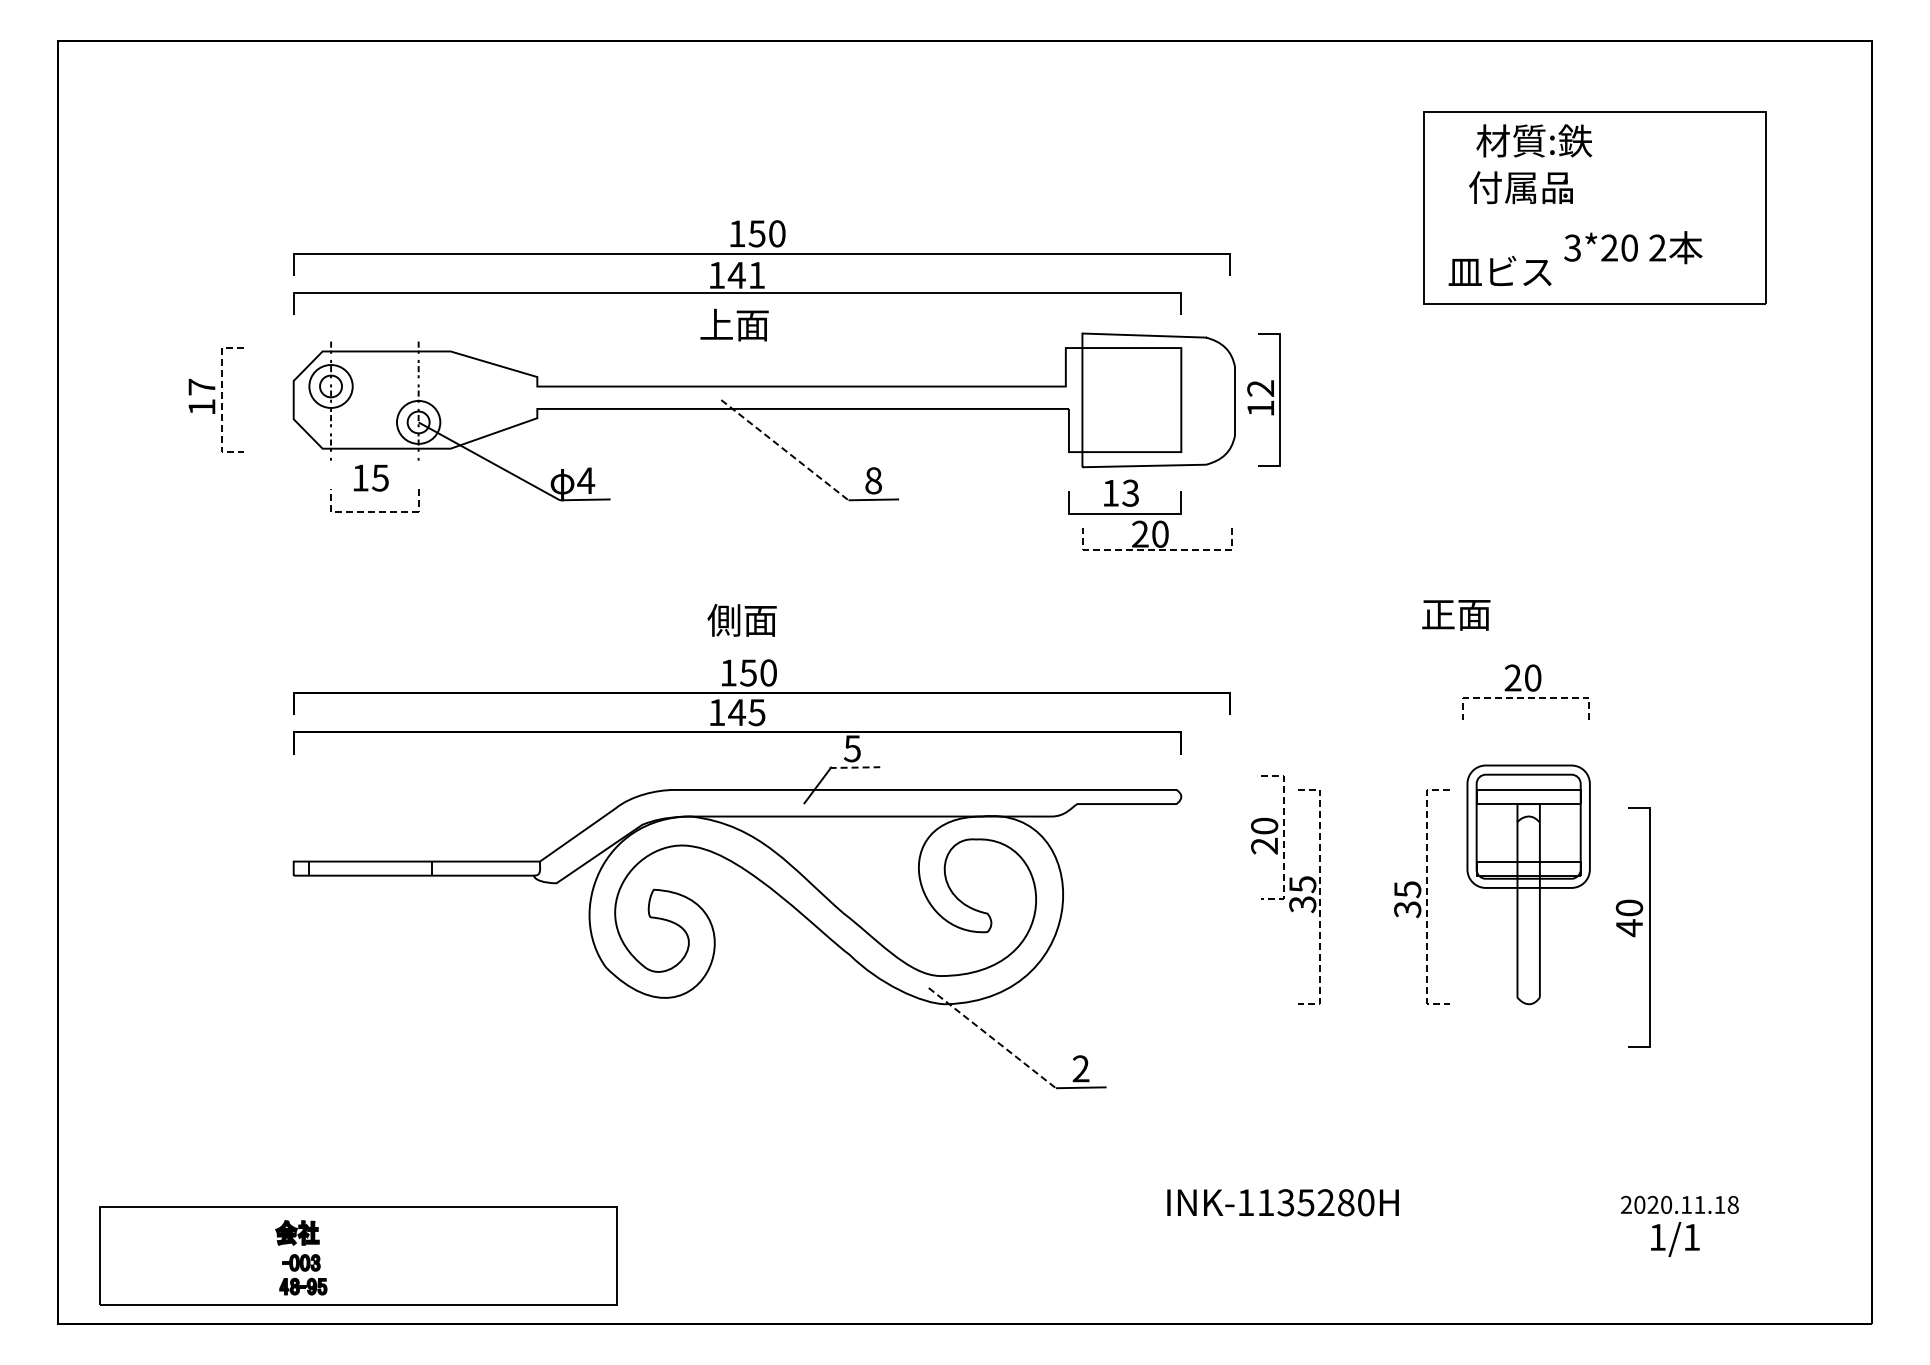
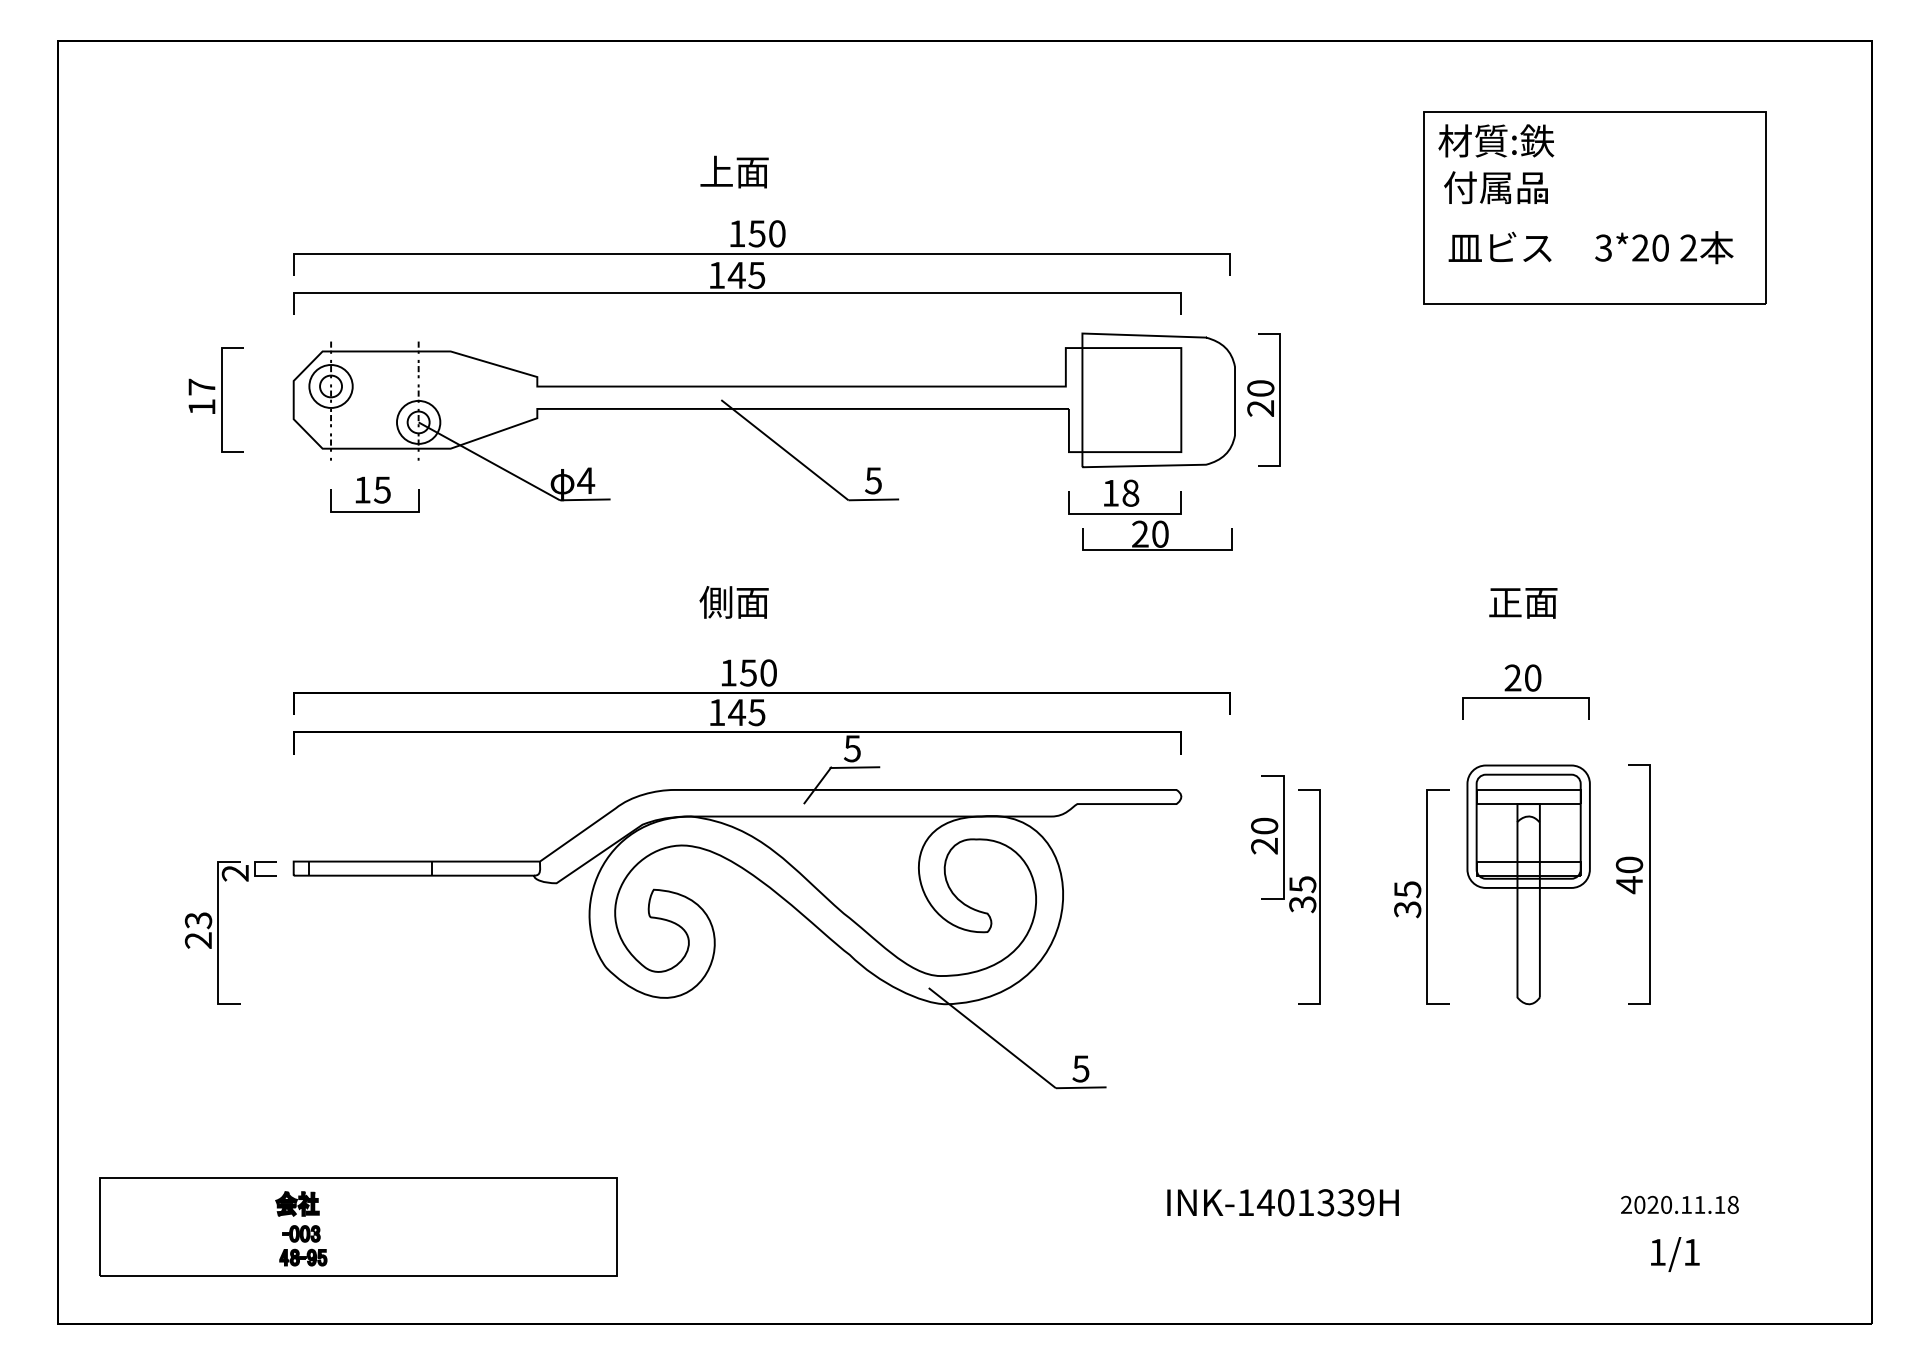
text at (1534, 140) position: (1534, 140) -> (1496, 140)
text at (1520, 187) position: (1520, 187) -> (1495, 187)
text at (1633, 247) position: (1633, 247) -> (1664, 247)
text at (1499, 270) position: (1499, 270) -> (1499, 246)
text at (756, 275): 141 -> 145
text at (734, 324) position: (734, 324) -> (734, 171)
text at (1260, 398): 12 -> 20
line at (221, 400): dashed -> solid
line at (784, 450): dashed -> solid
text at (370, 477) position: (370, 477) -> (372, 489)
text at (873, 480): 8 -> 5
text at (1130, 492): 13 -> 18
line at (374, 511): dashed -> solid
line at (1157, 550): dashed -> solid
text at (1456, 615) position: (1456, 615) -> (1523, 603)
text at (741, 620) position: (741, 620) -> (733, 602)
line at (1525, 697): dashed -> solid
line at (855, 767): dashed -> solid
line at (1283, 837): dashed -> solid
line at (1320, 897): dashed -> solid
line at (1427, 897): dashed -> solid
part at (1632, 927) position: (1632, 927) -> (1632, 884)
part at (218, 932): none -> present
line at (992, 1038): dashed -> solid
text at (1080, 1068): 2 -> 5
text at (1315, 1202): INK-1135280H -> INK-1401339H
text at (1675, 1239) position: (1675, 1239) -> (1675, 1254)
part at (358, 1255) position: (358, 1255) -> (358, 1226)
